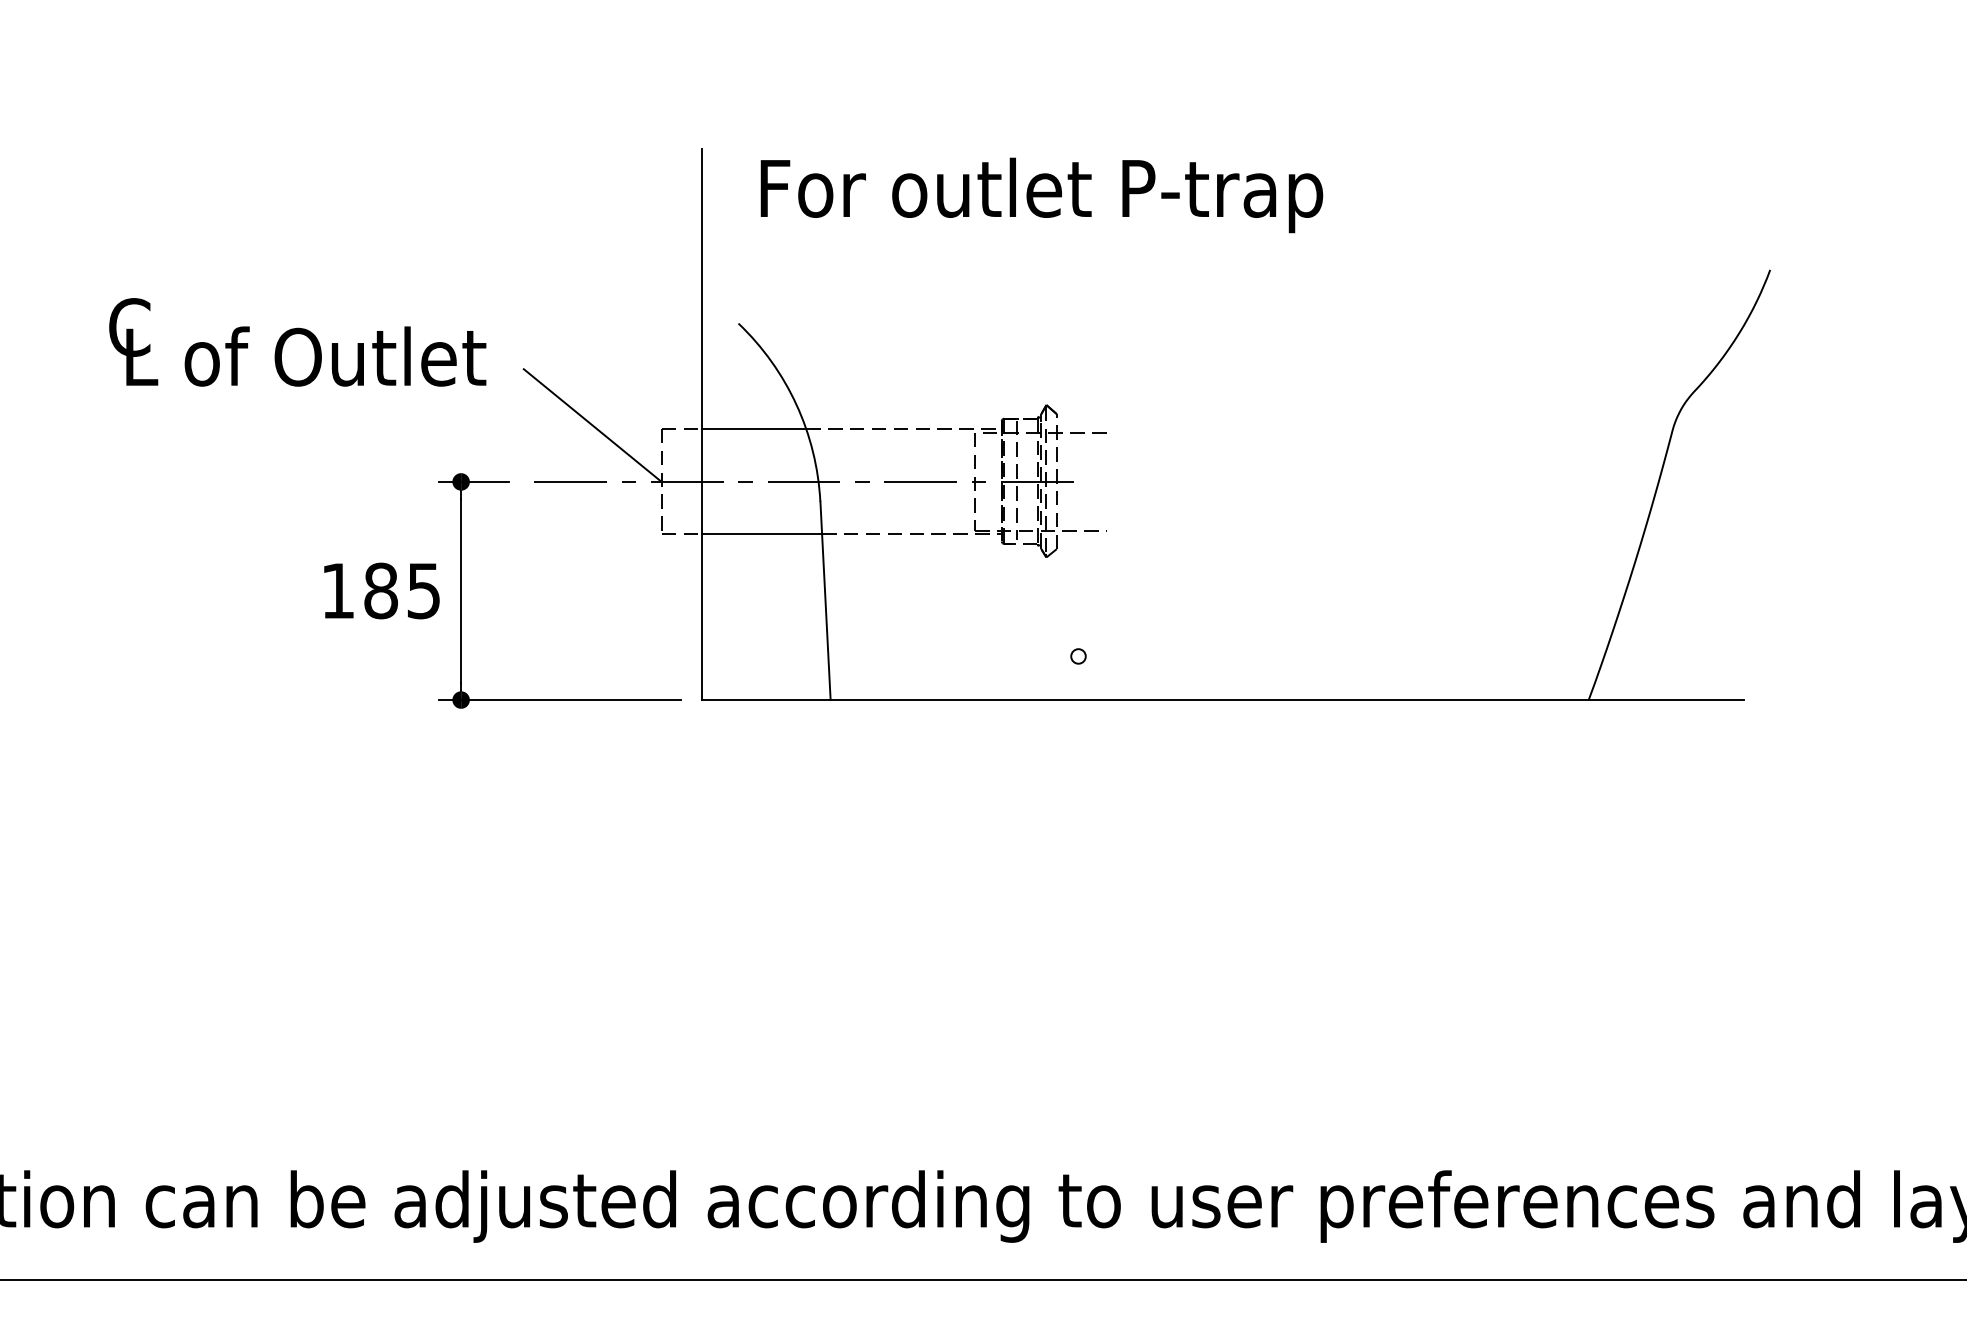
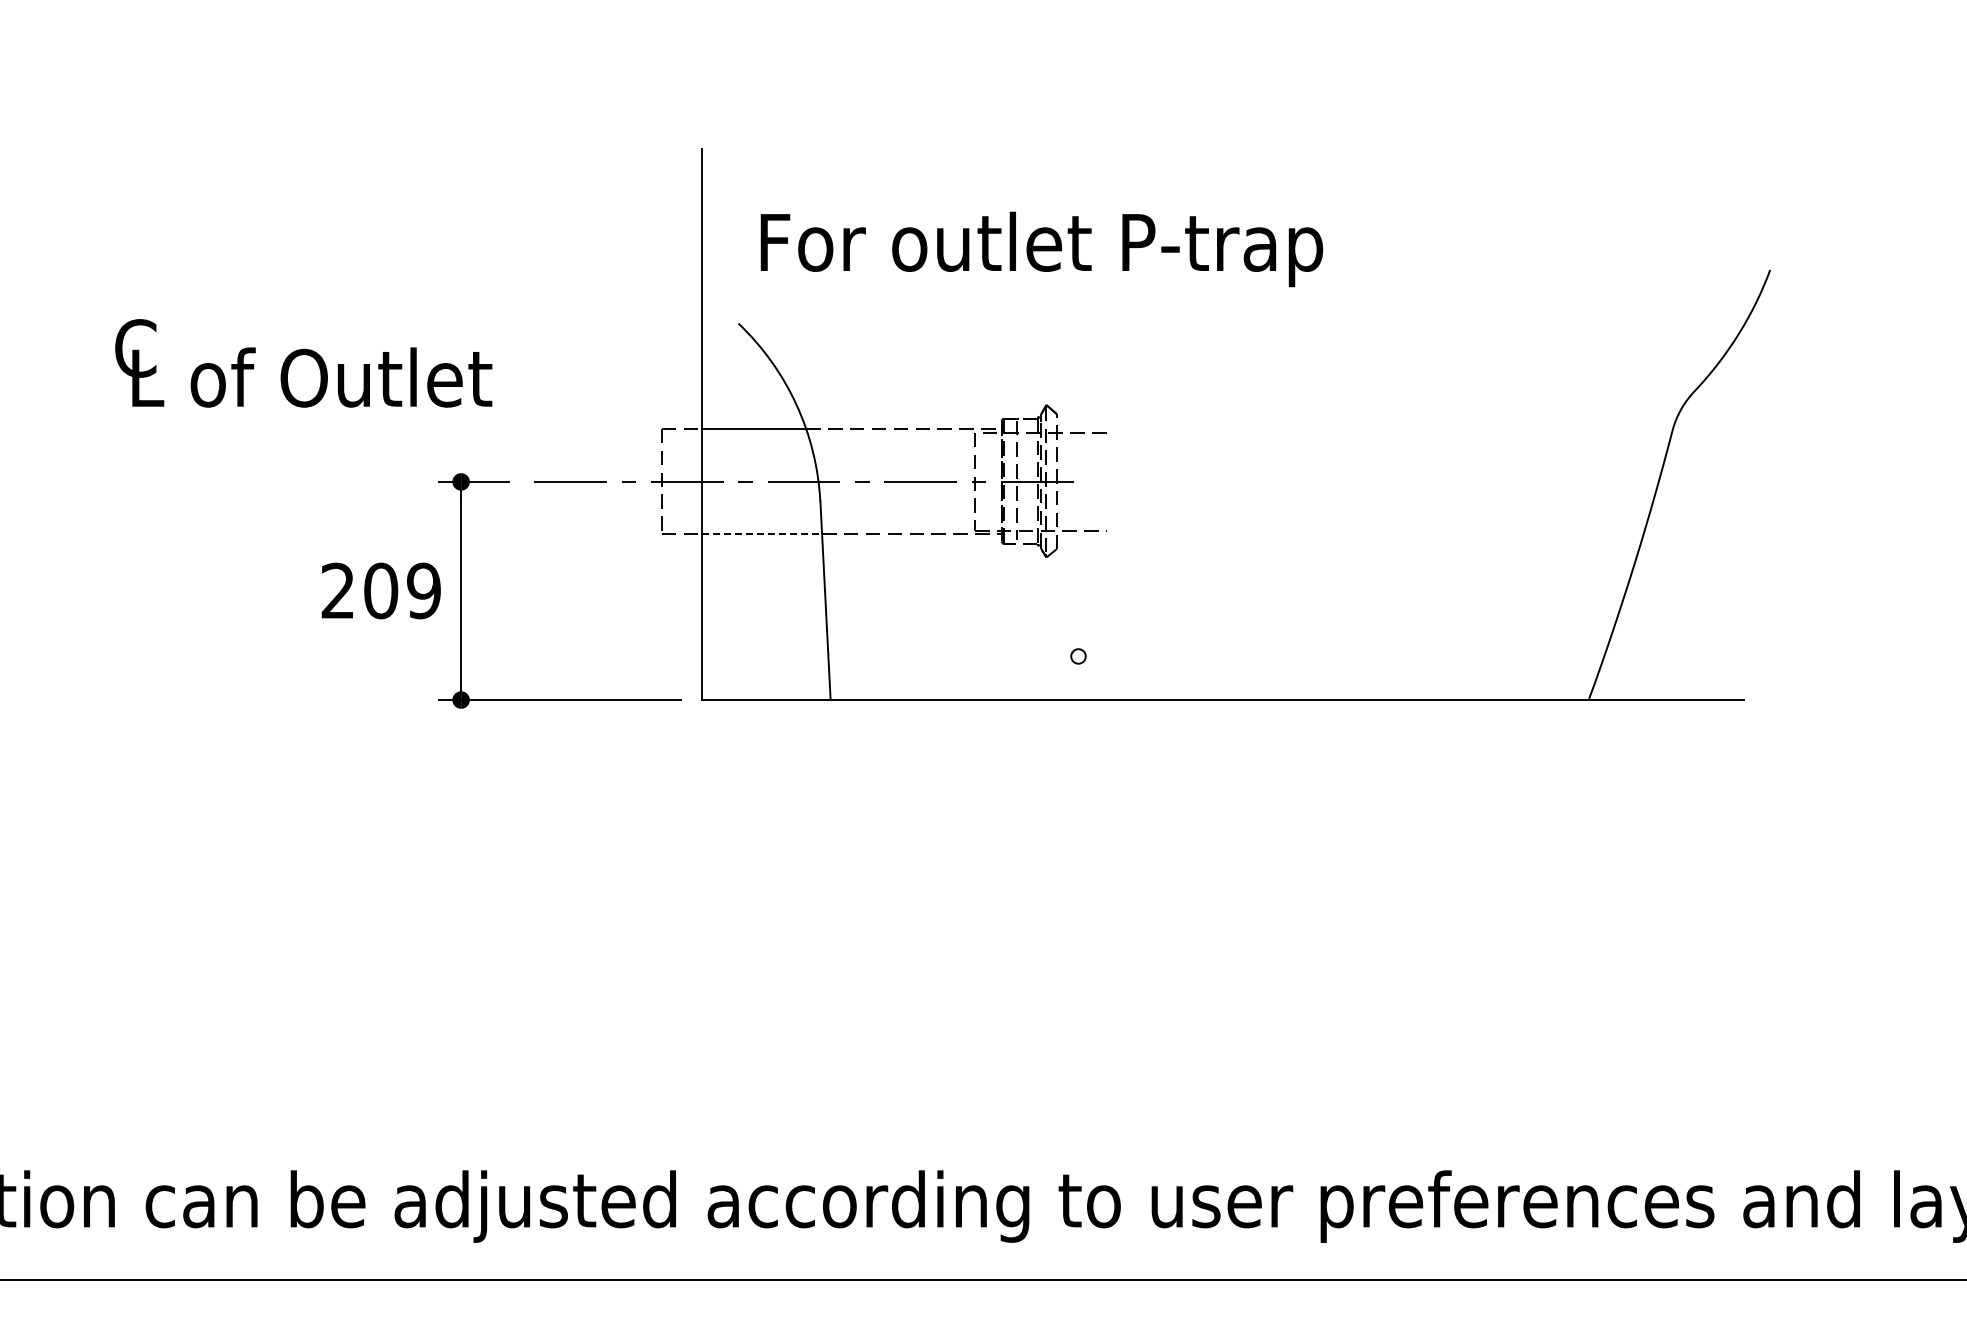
text at (1041, 195) position: (1041, 195) -> (1041, 249)
text at (297, 342) position: (297, 342) -> (303, 363)
line at (592, 425): present -> none
line at (762, 533): solid -> dashed
text at (380, 590): 185 -> 209
